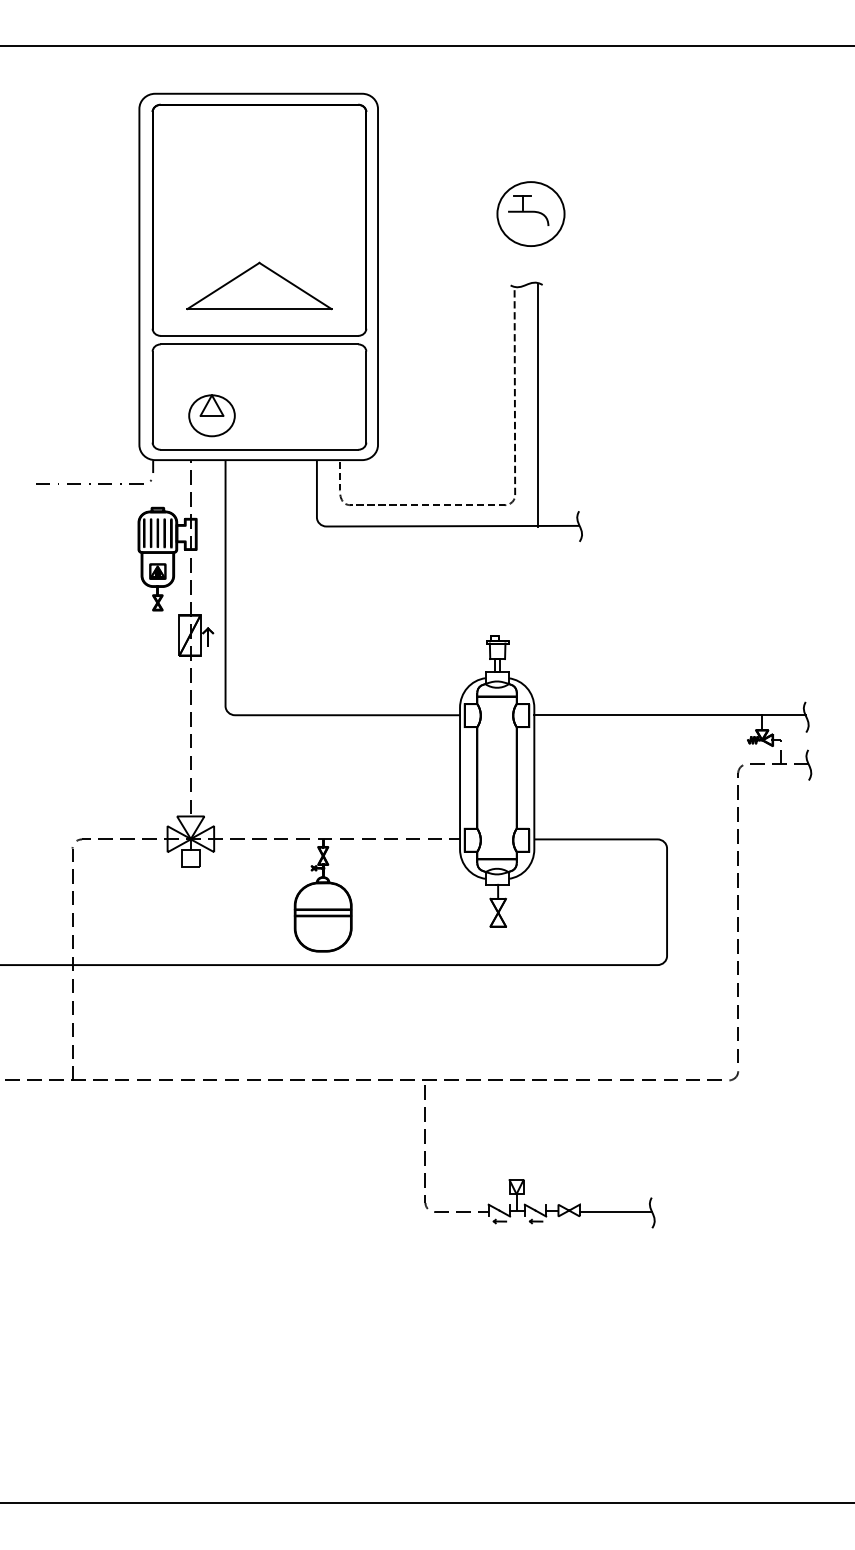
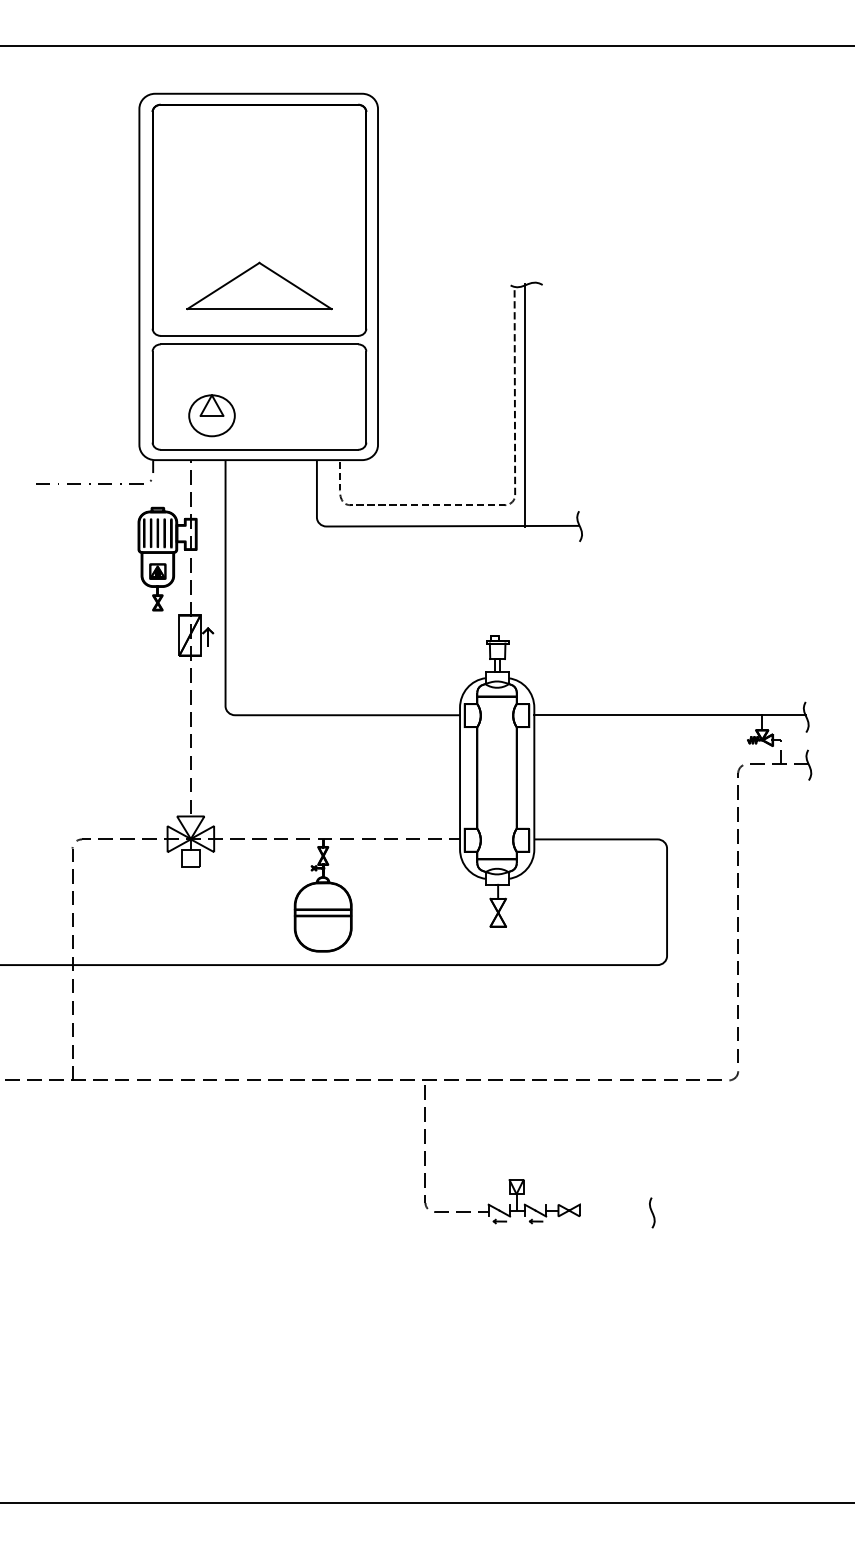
part at (530, 213): present -> none
line at (537, 404) position: (537, 404) -> (524, 404)
line at (615, 1211): present -> none
